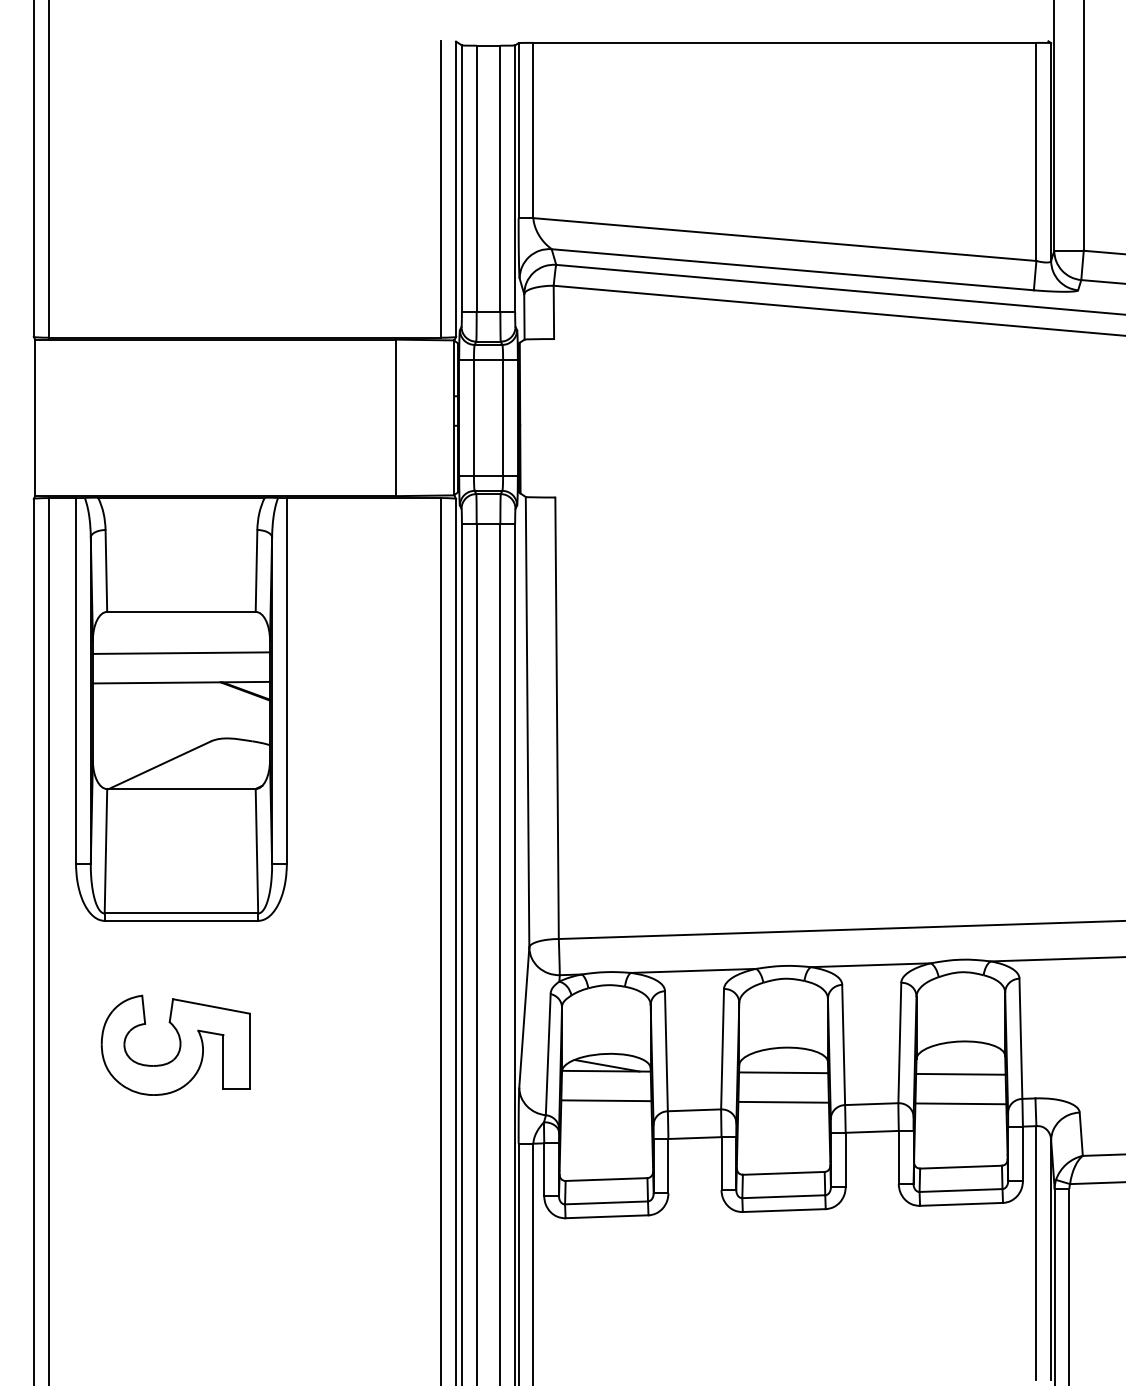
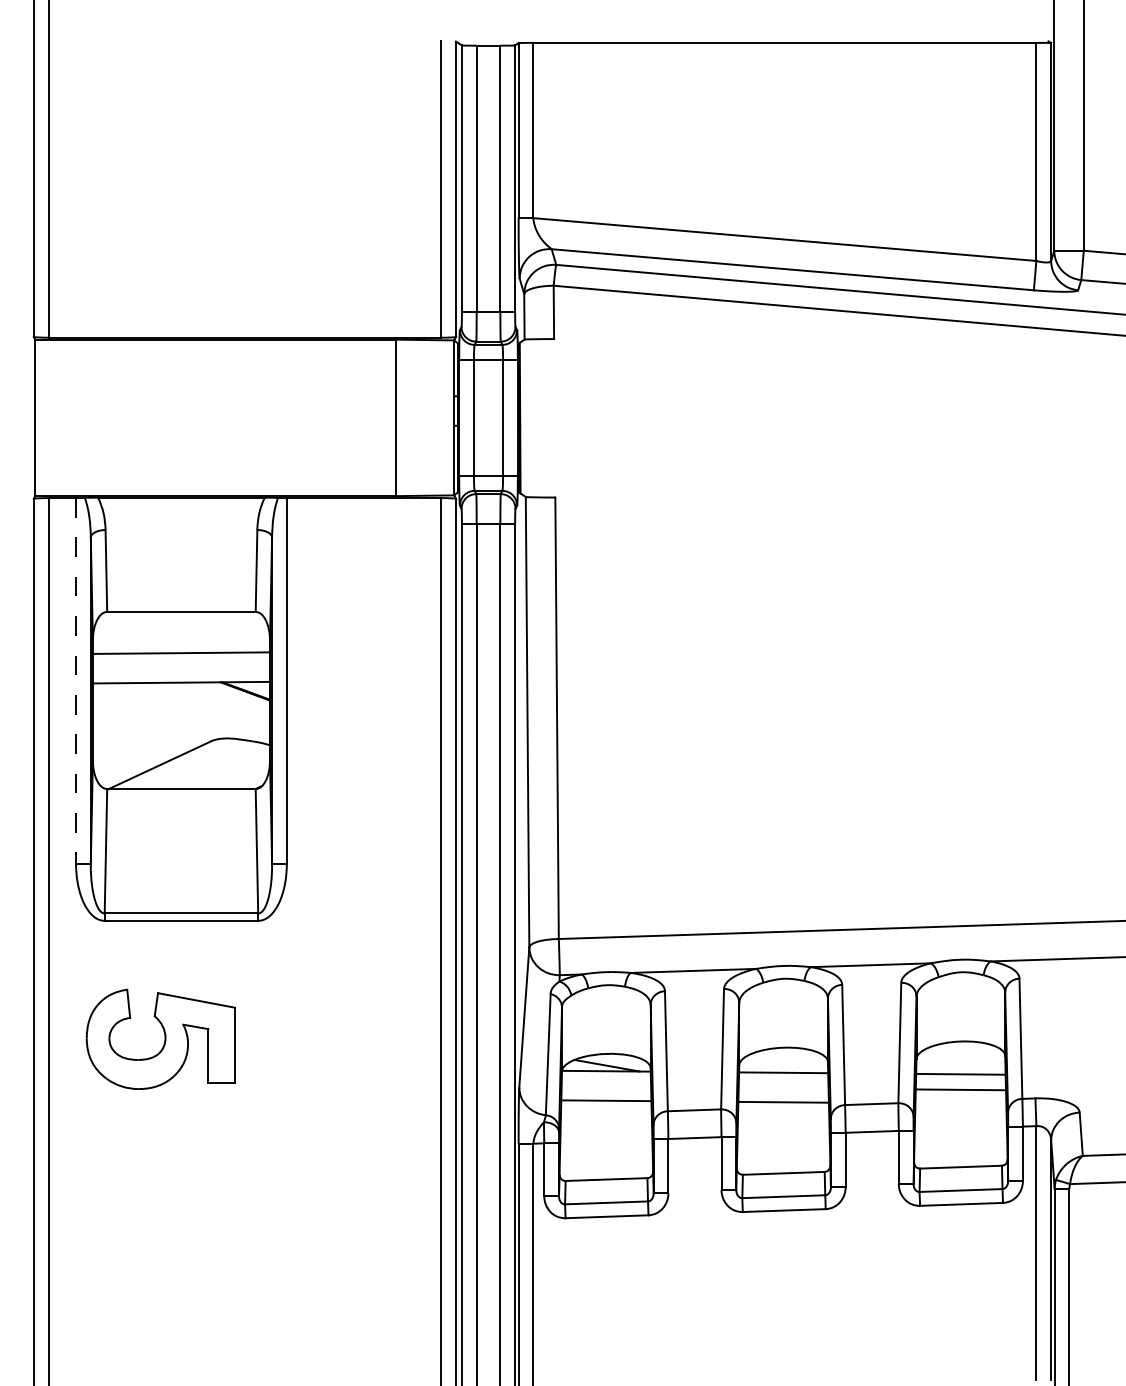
line at (76, 680): solid -> dashed
part at (175, 1044) position: (175, 1044) -> (160, 1038)
line at (960, 1103) position: (960, 1103) -> (960, 1089)
